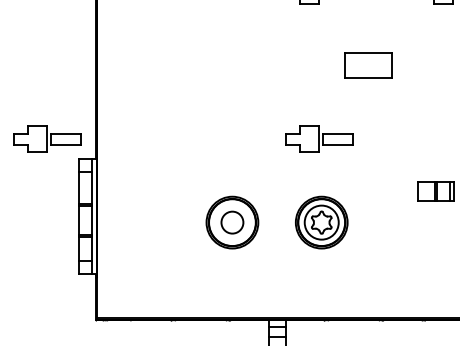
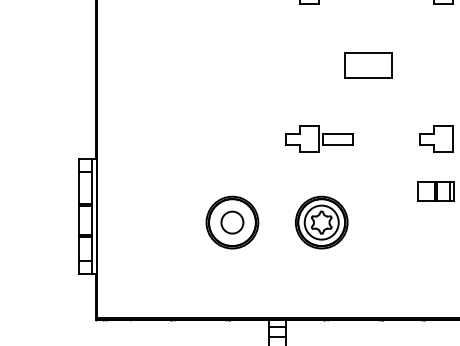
part at (47, 138): present -> none
part at (436, 138): none -> present
